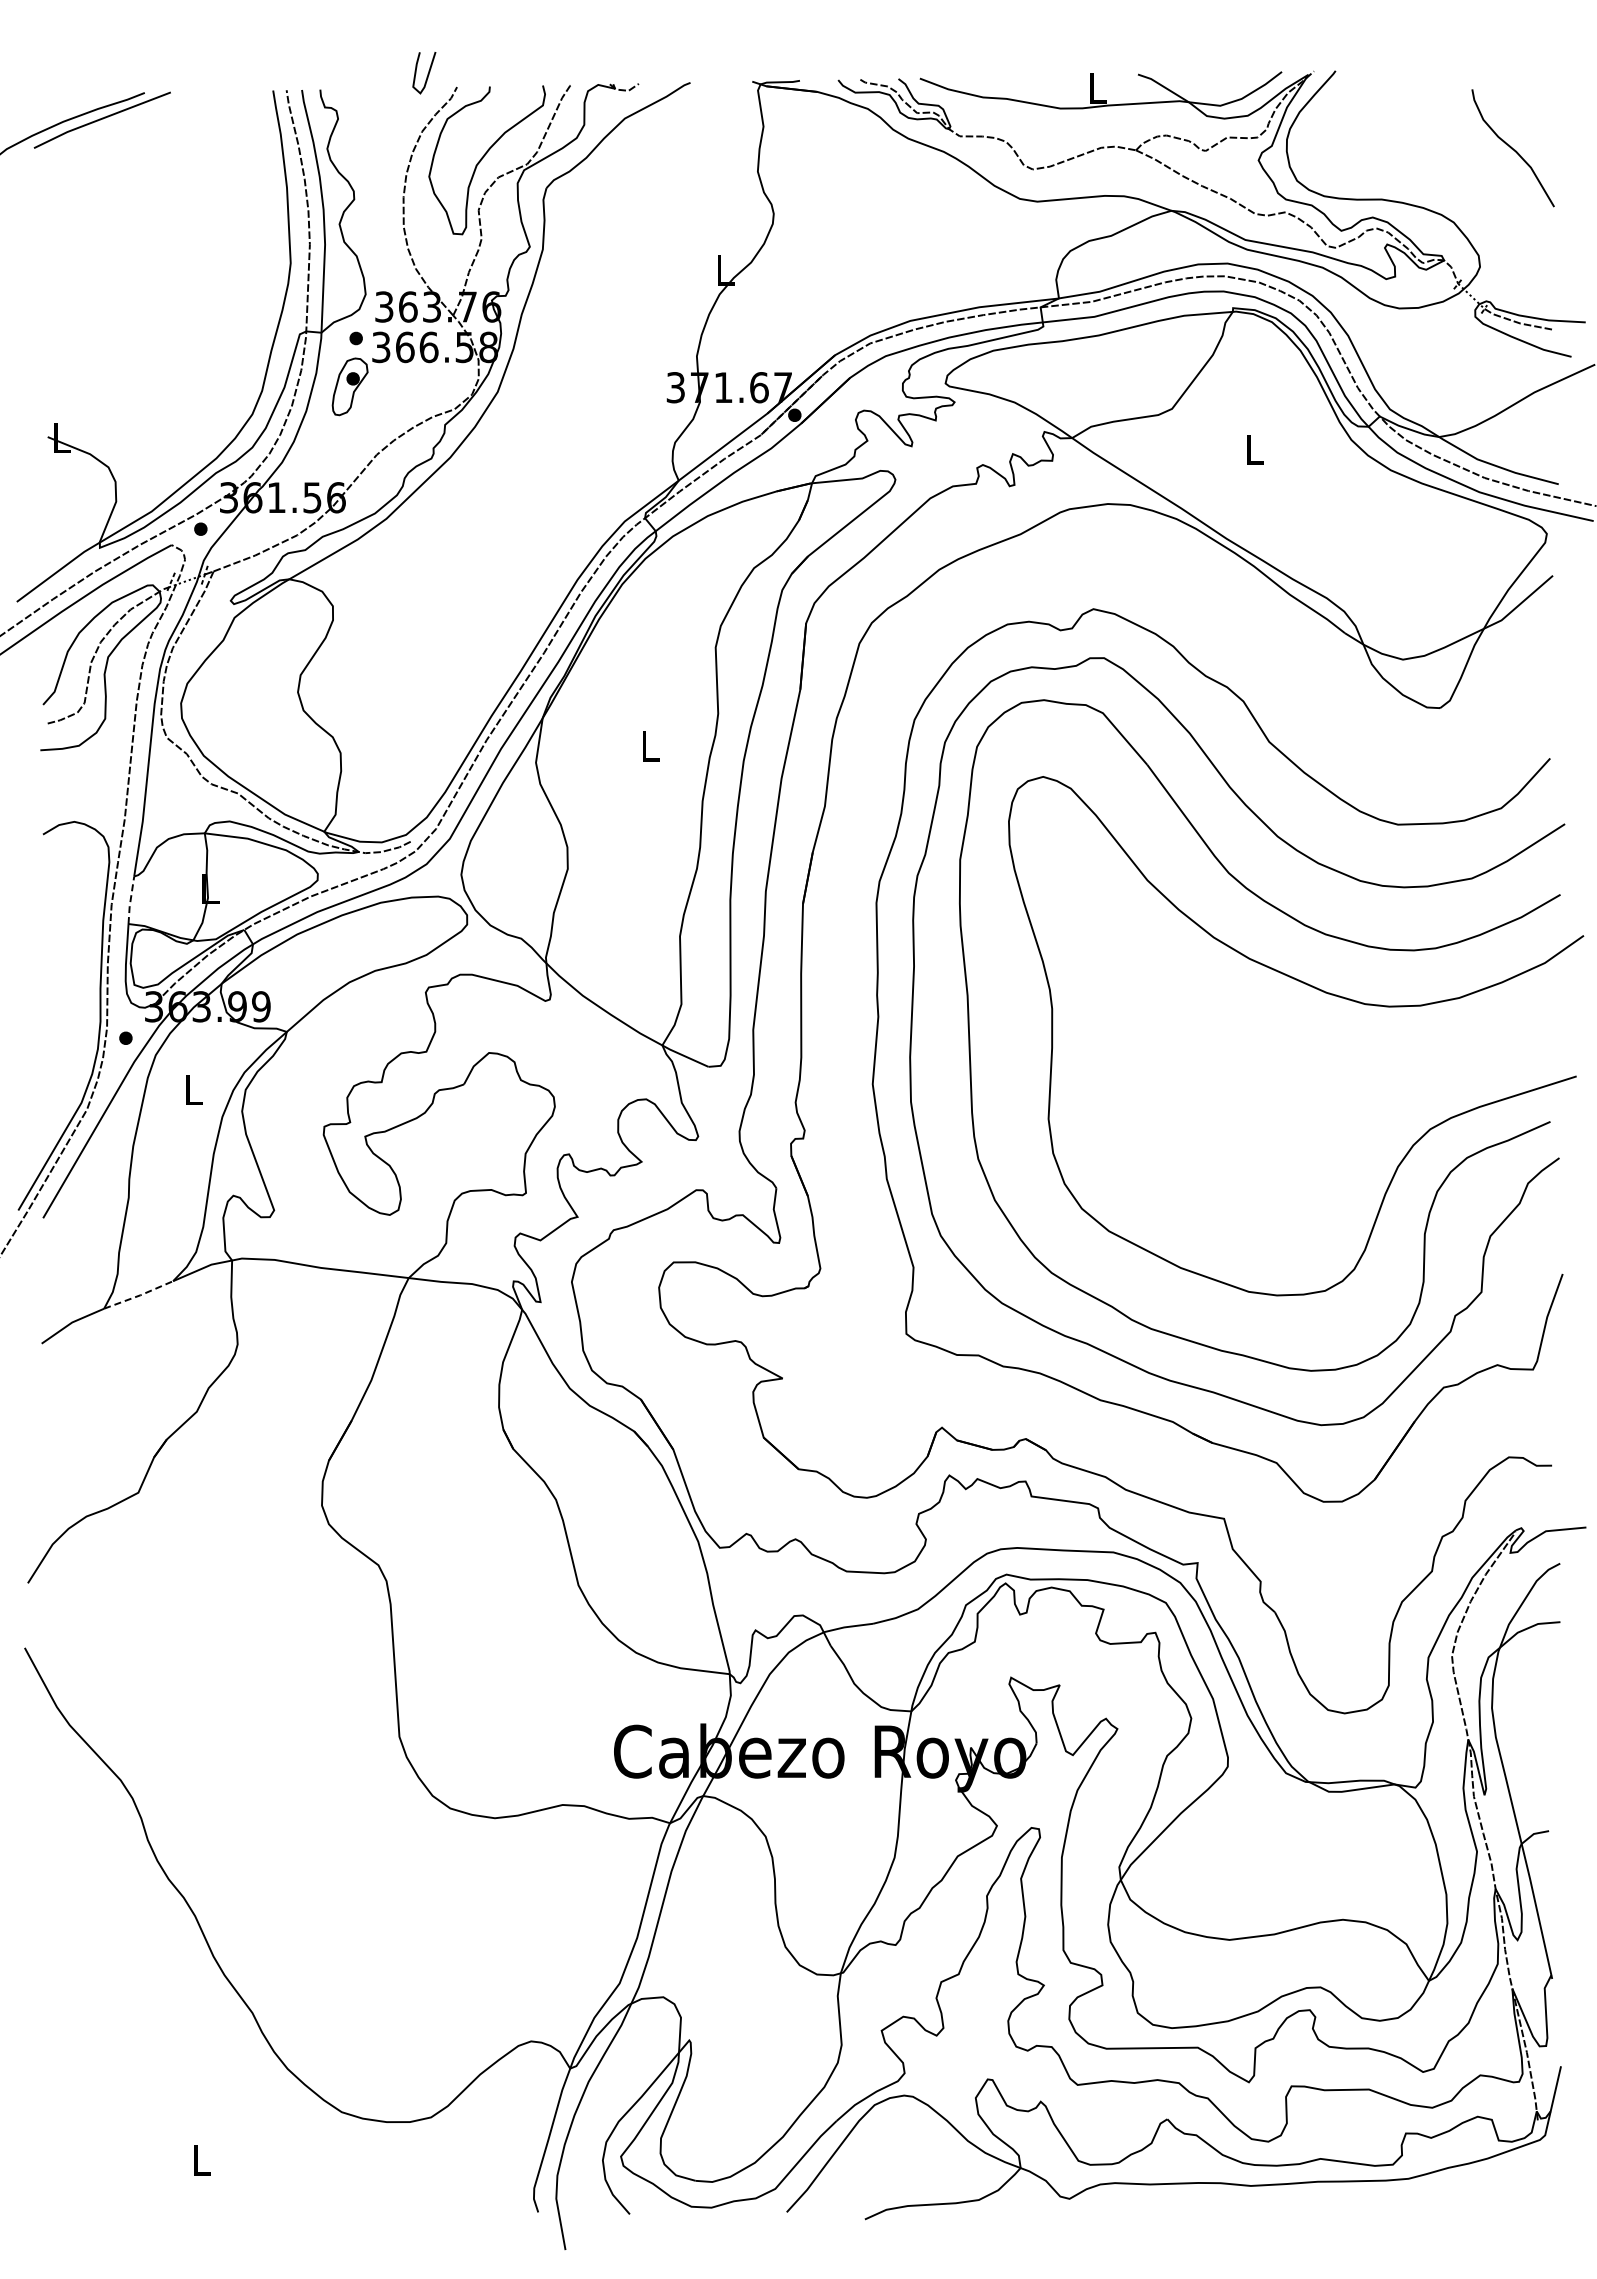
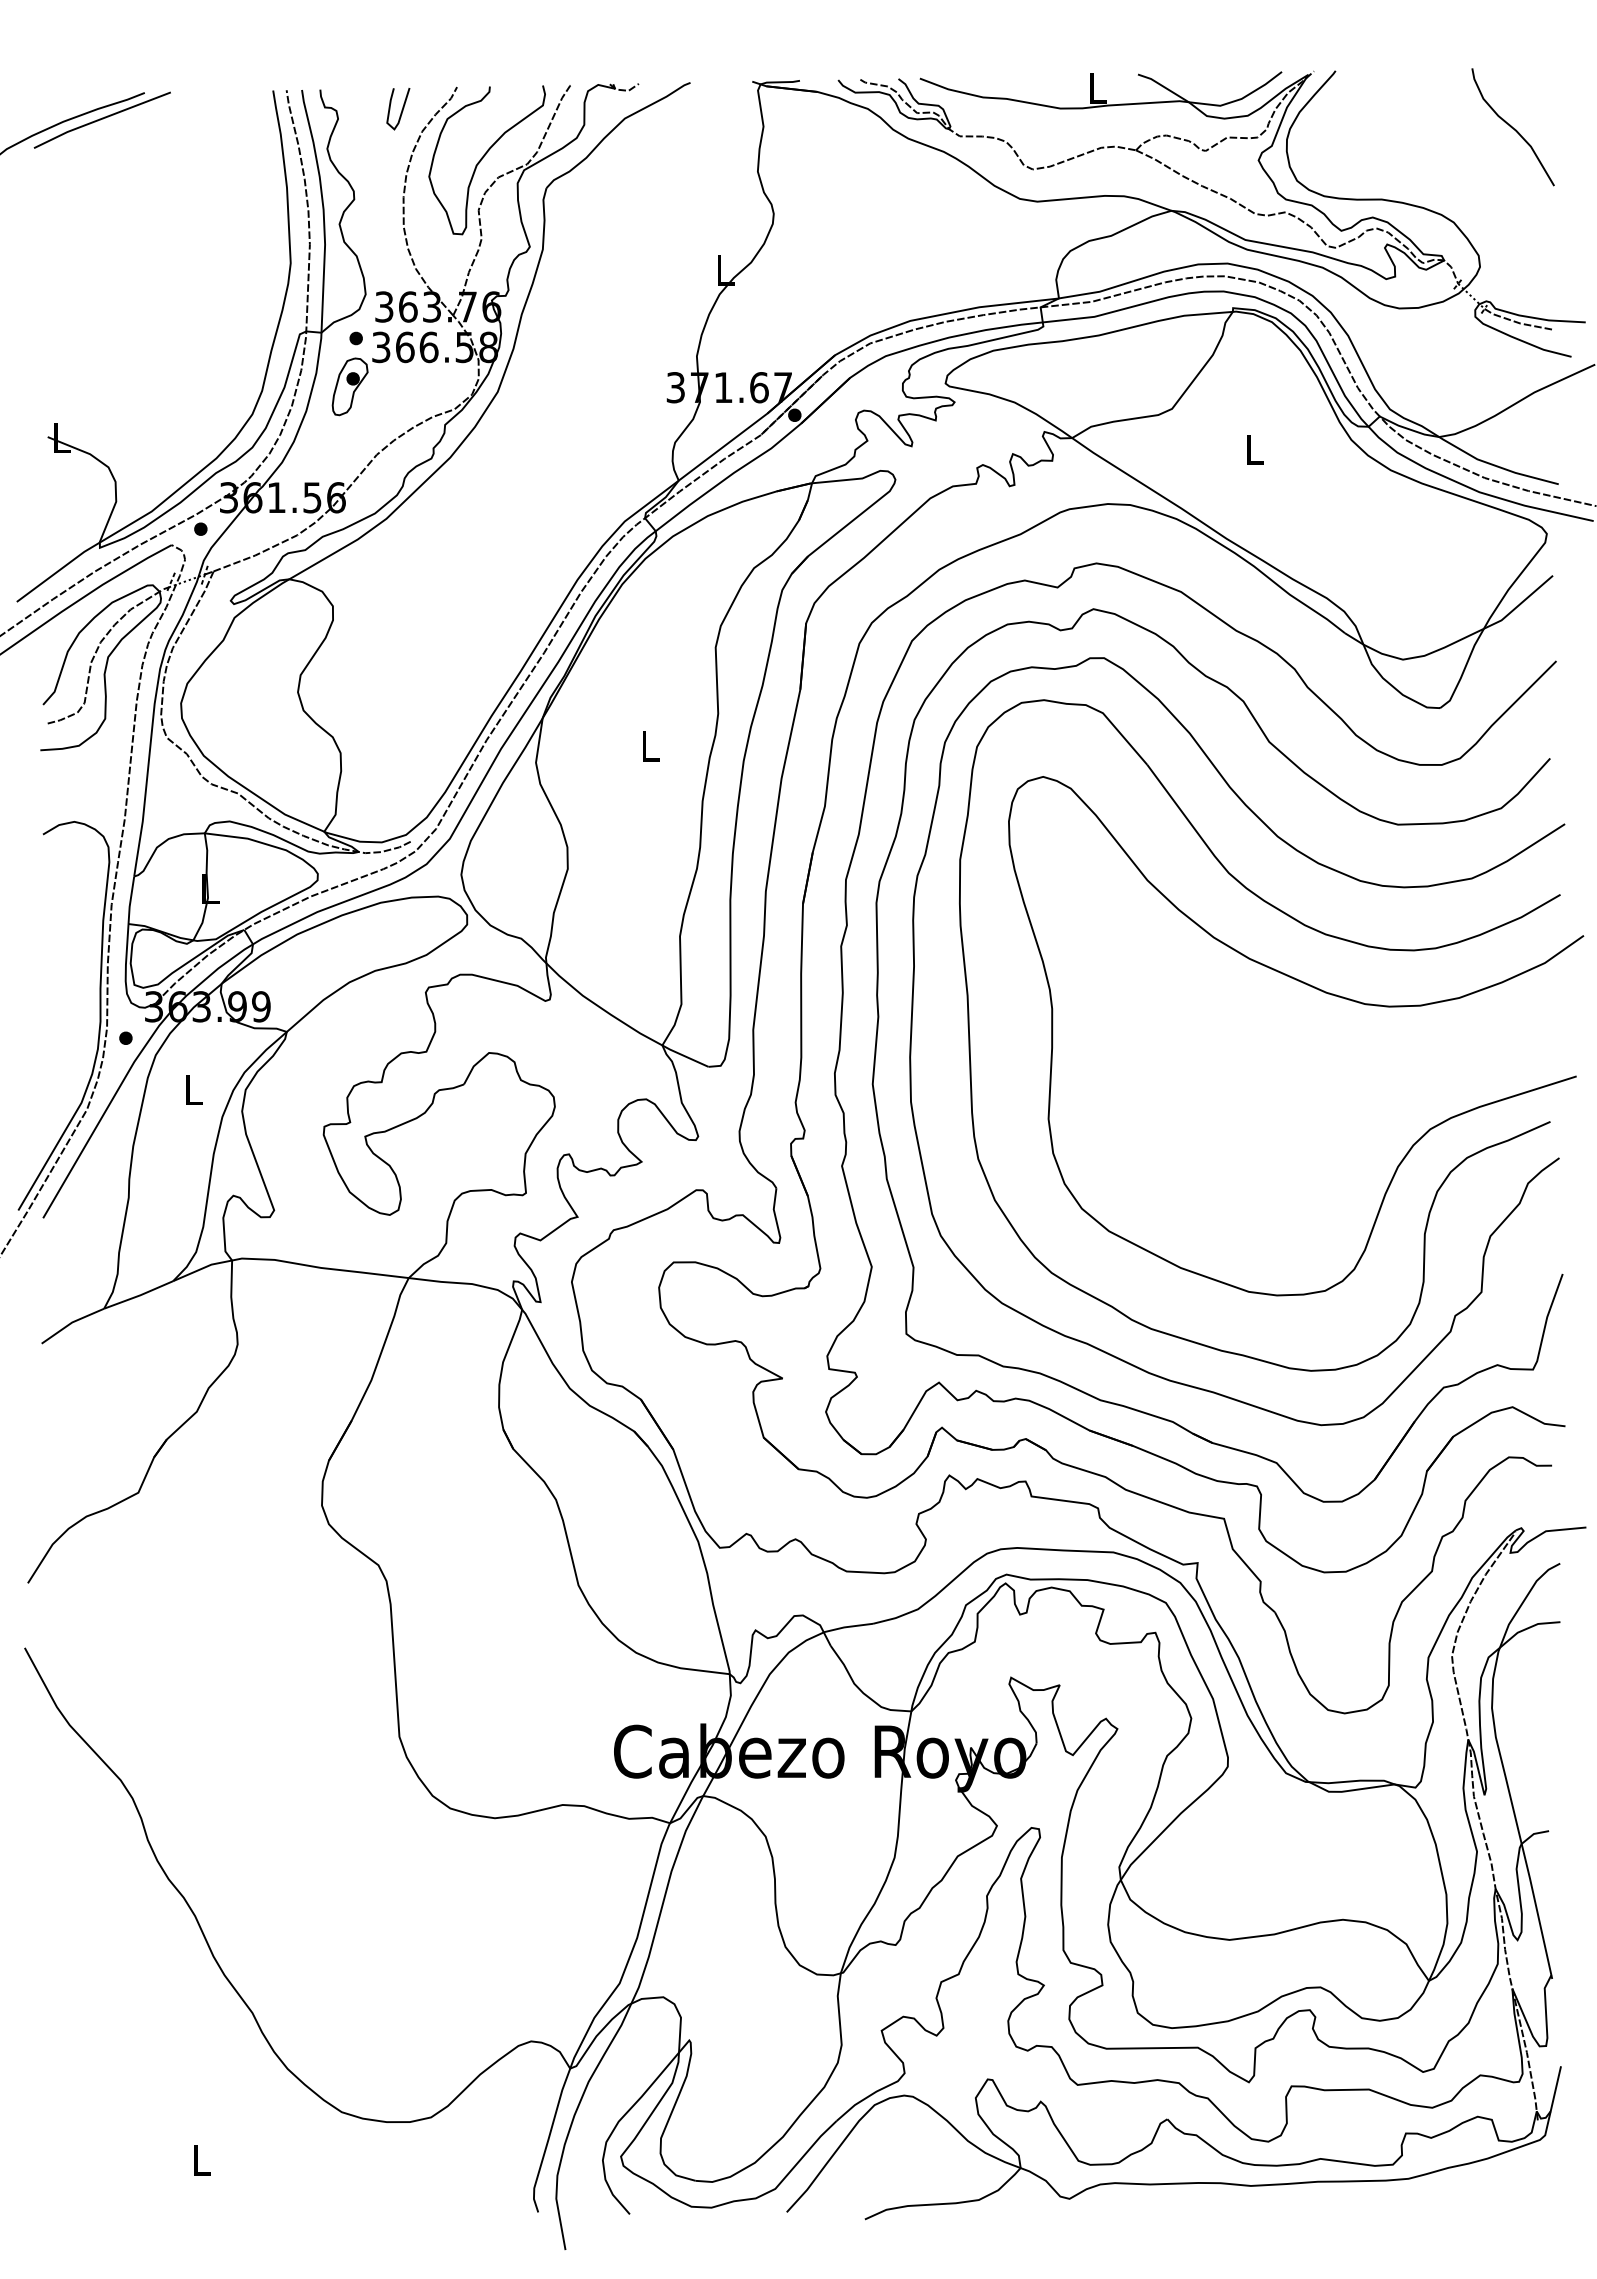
curve at (427, 73) position: (427, 73) -> (401, 109)
curve at (1512, 148) position: (1512, 148) -> (1512, 127)
line at (130, 900): dashed -> solid
part at (844, 1112): none -> present
line at (139, 1295): dashed -> solid
